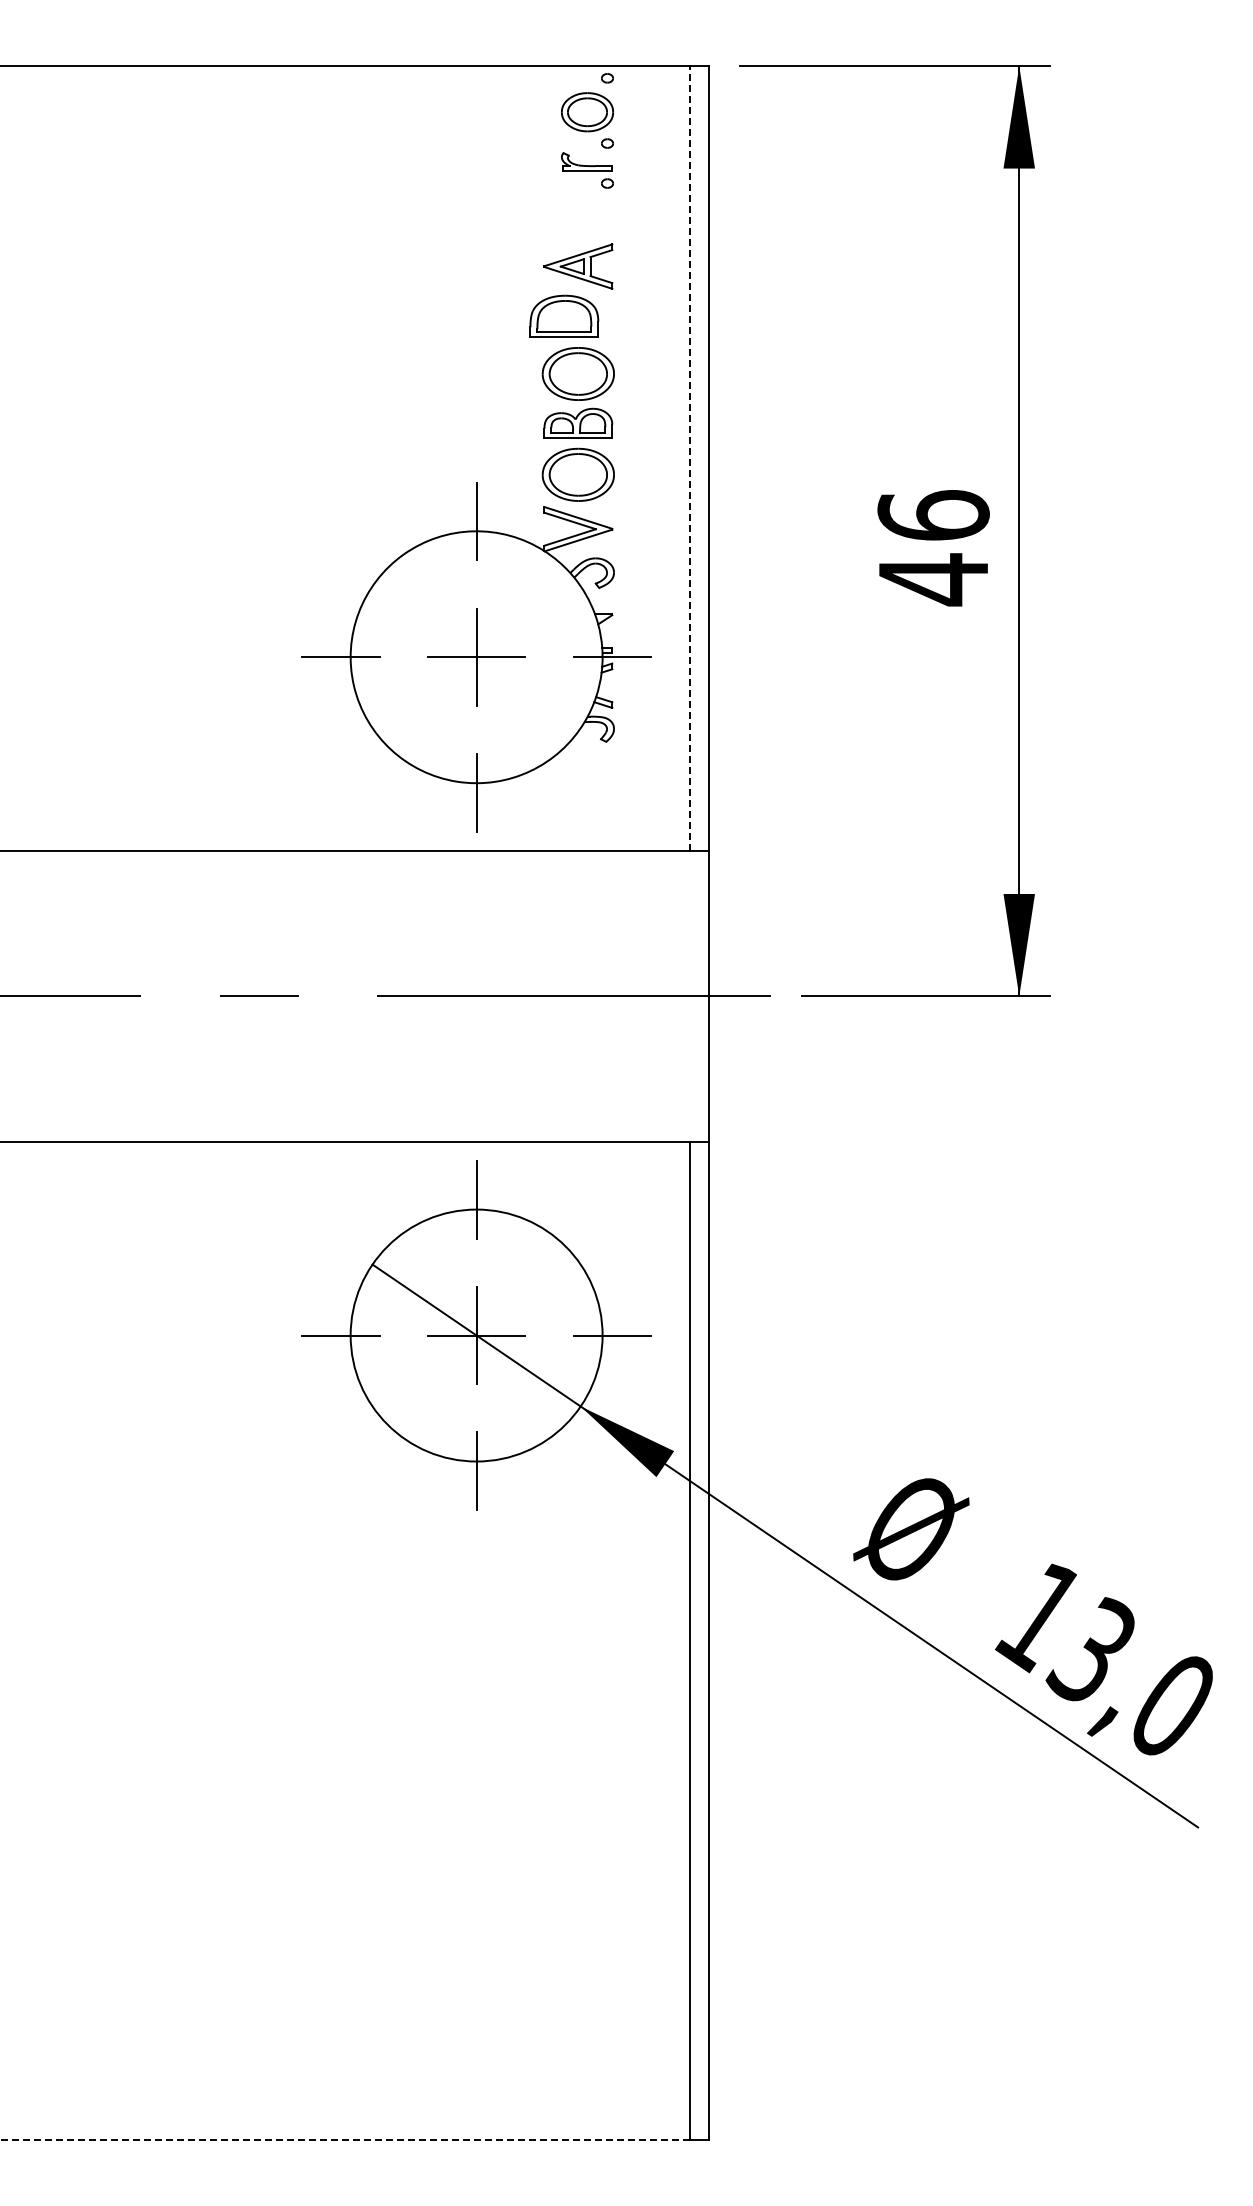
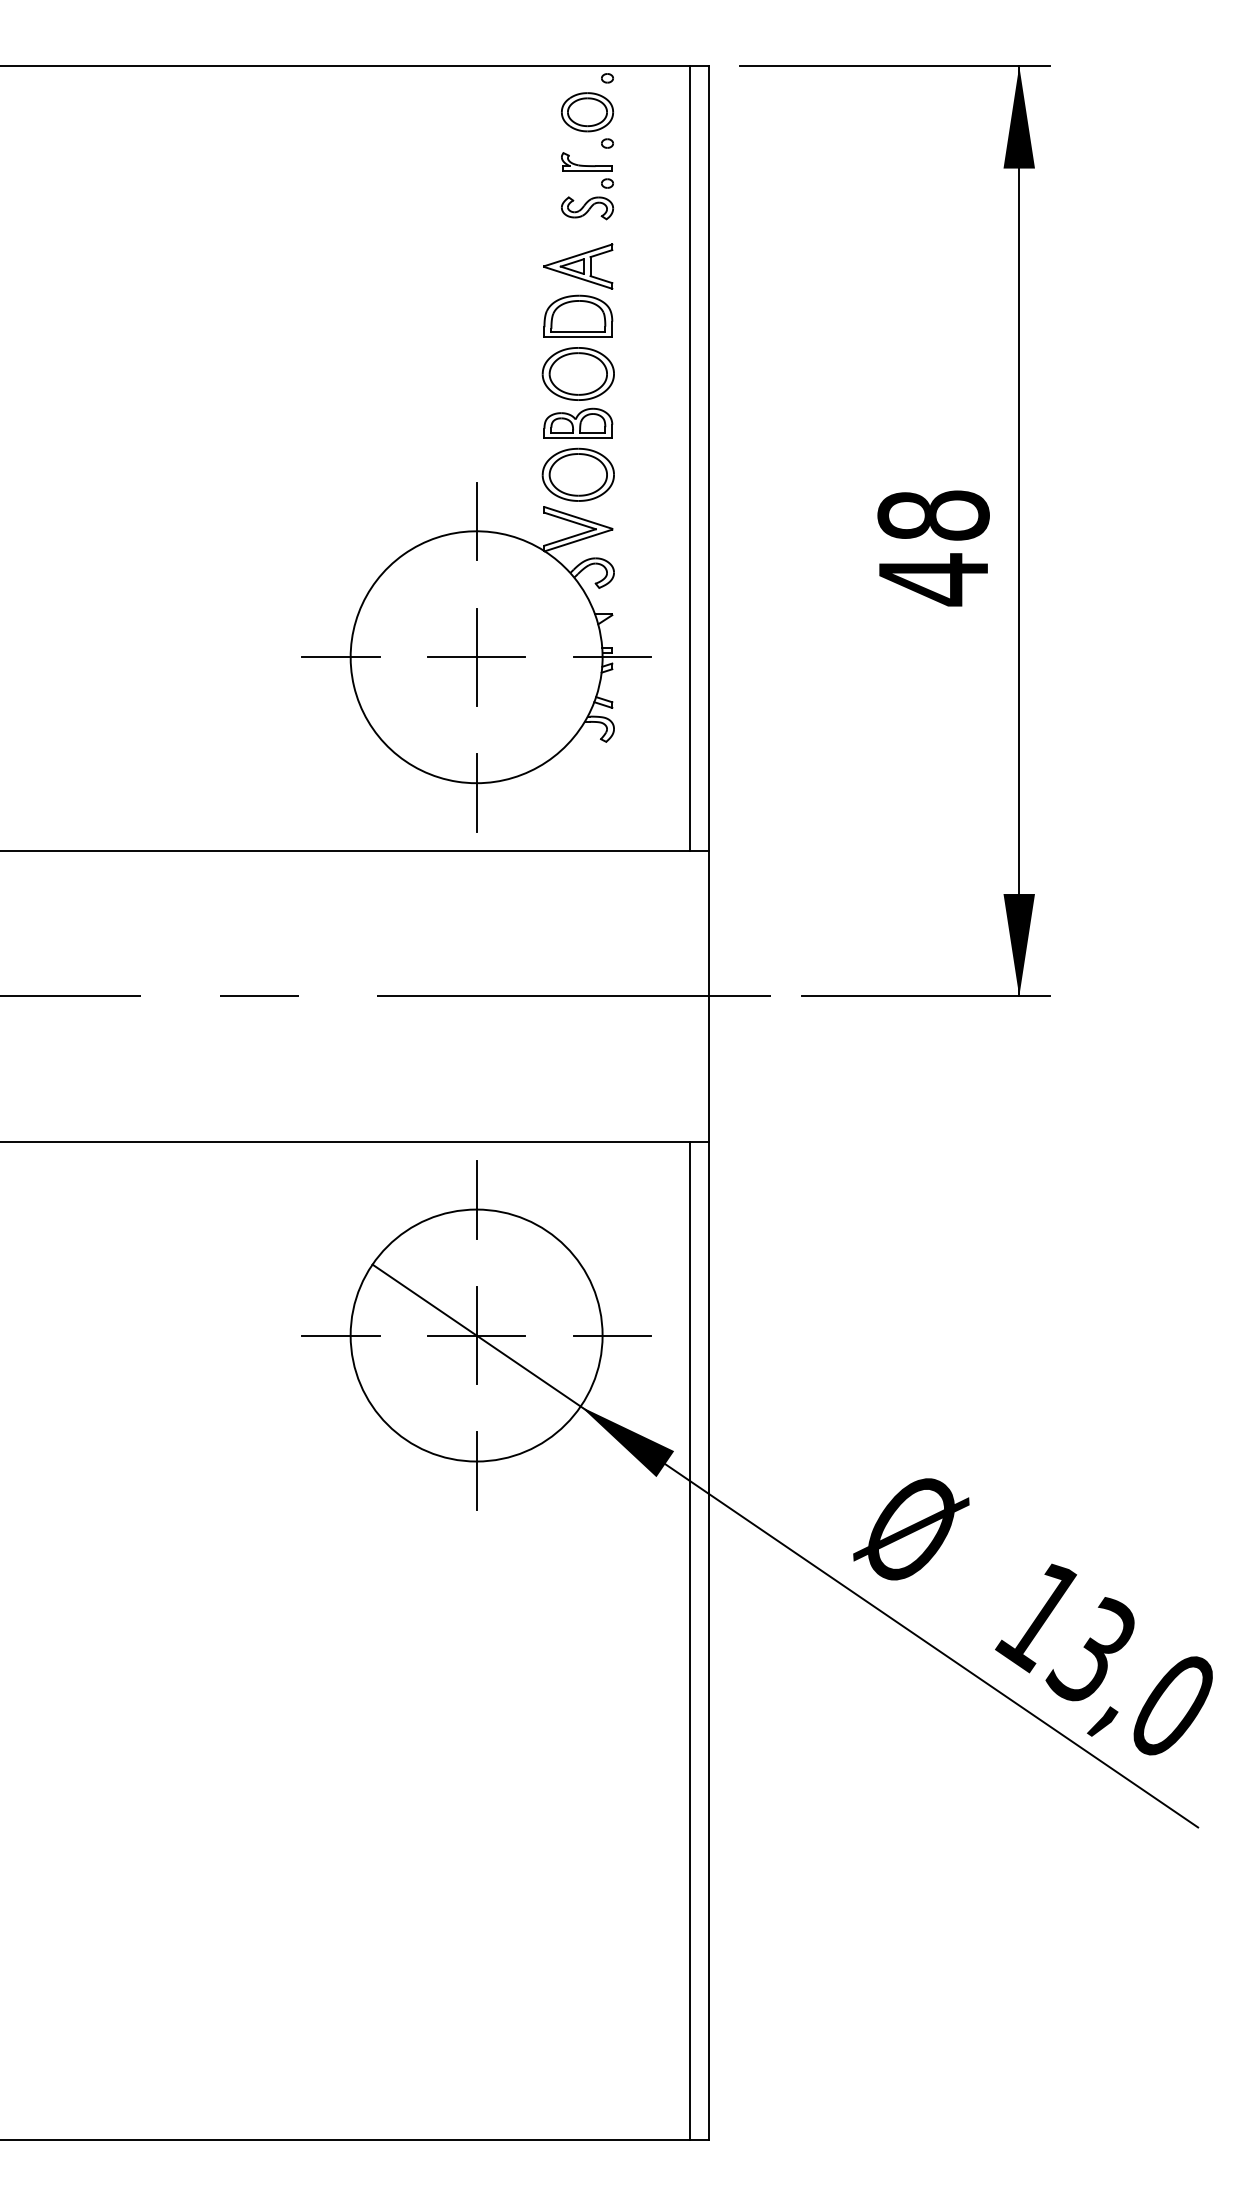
part at (587, 208): none -> present
part at (564, 315) position: (564, 315) -> (578, 315)
line at (689, 458): dashed -> solid
text at (933, 515): 46 -> 48
line at (344, 2139): dashed -> solid
